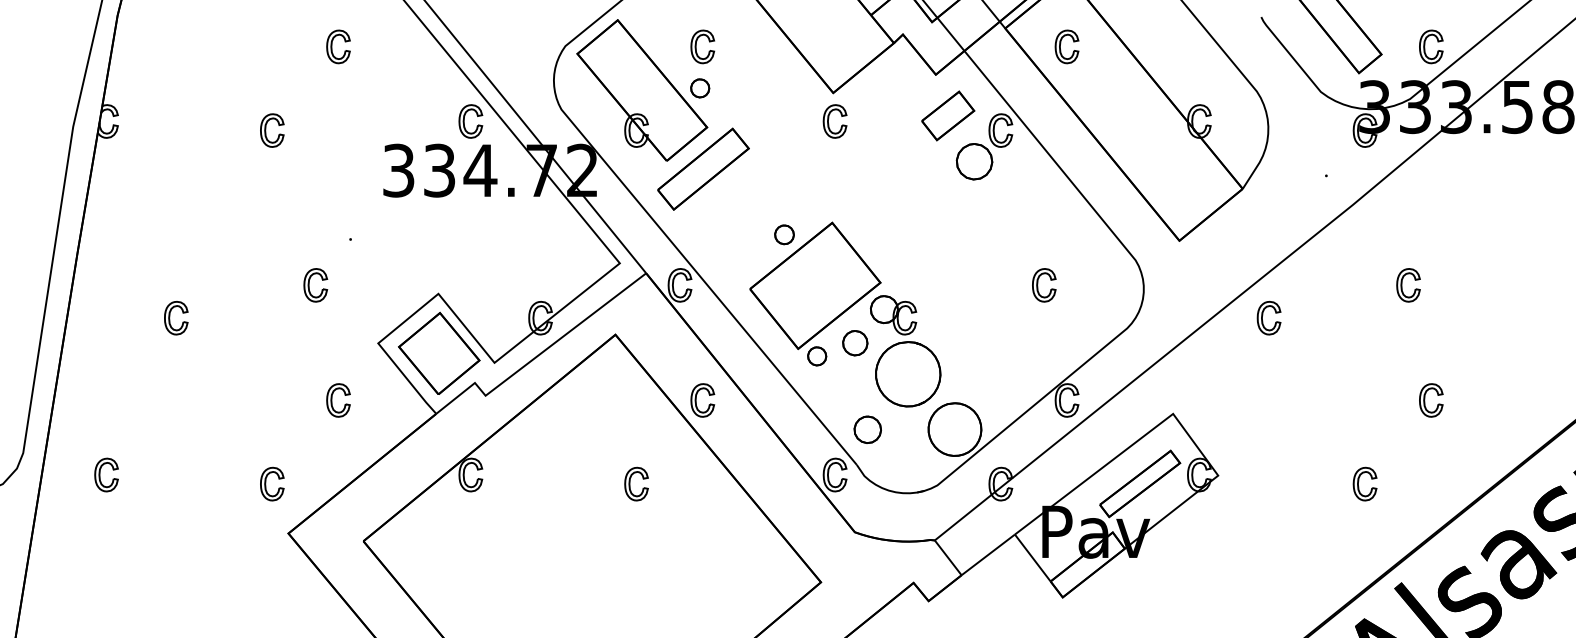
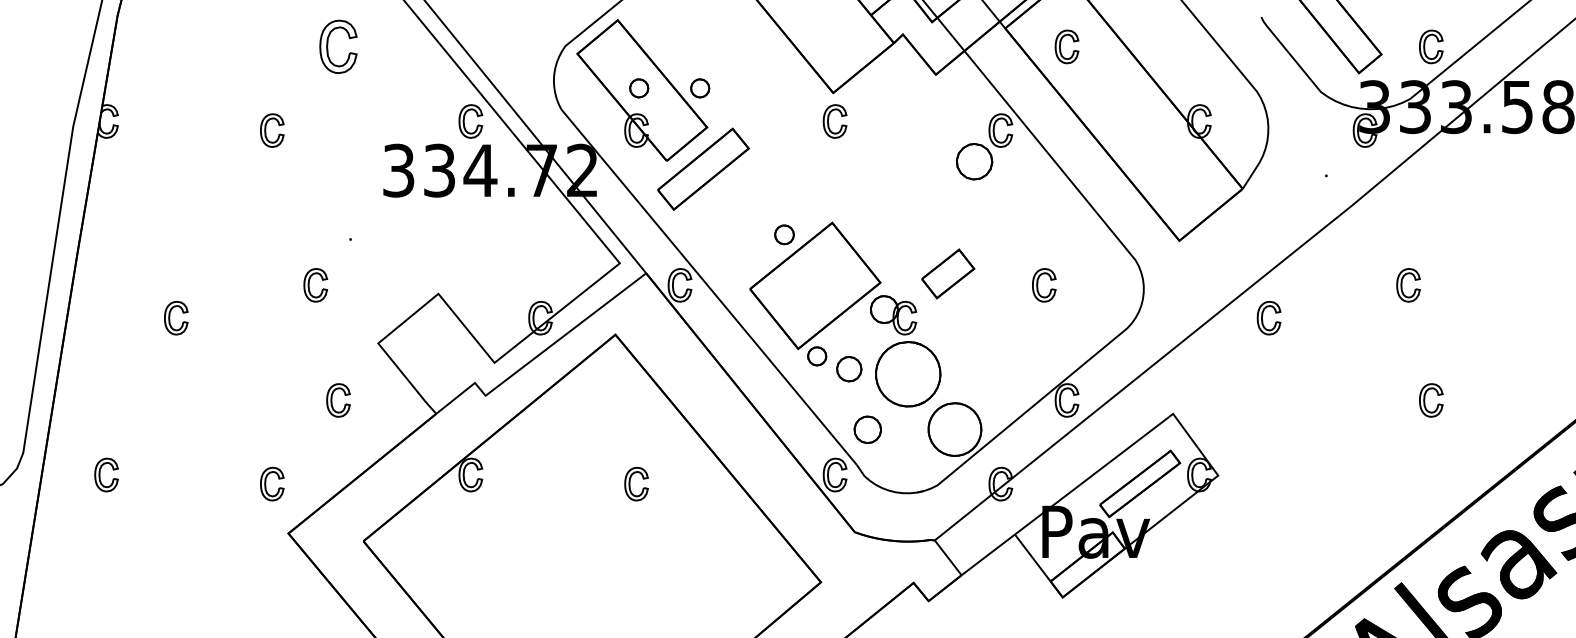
part at (338, 46) size: 25x36 px -> 39x55 px
part at (702, 46): present -> none
part at (639, 88): none -> present
part at (948, 115) position: (948, 115) -> (948, 273)
part at (855, 343) position: (855, 343) -> (849, 369)
part at (439, 352): present -> none
part at (702, 400): present -> none
part at (1364, 483): present -> none
